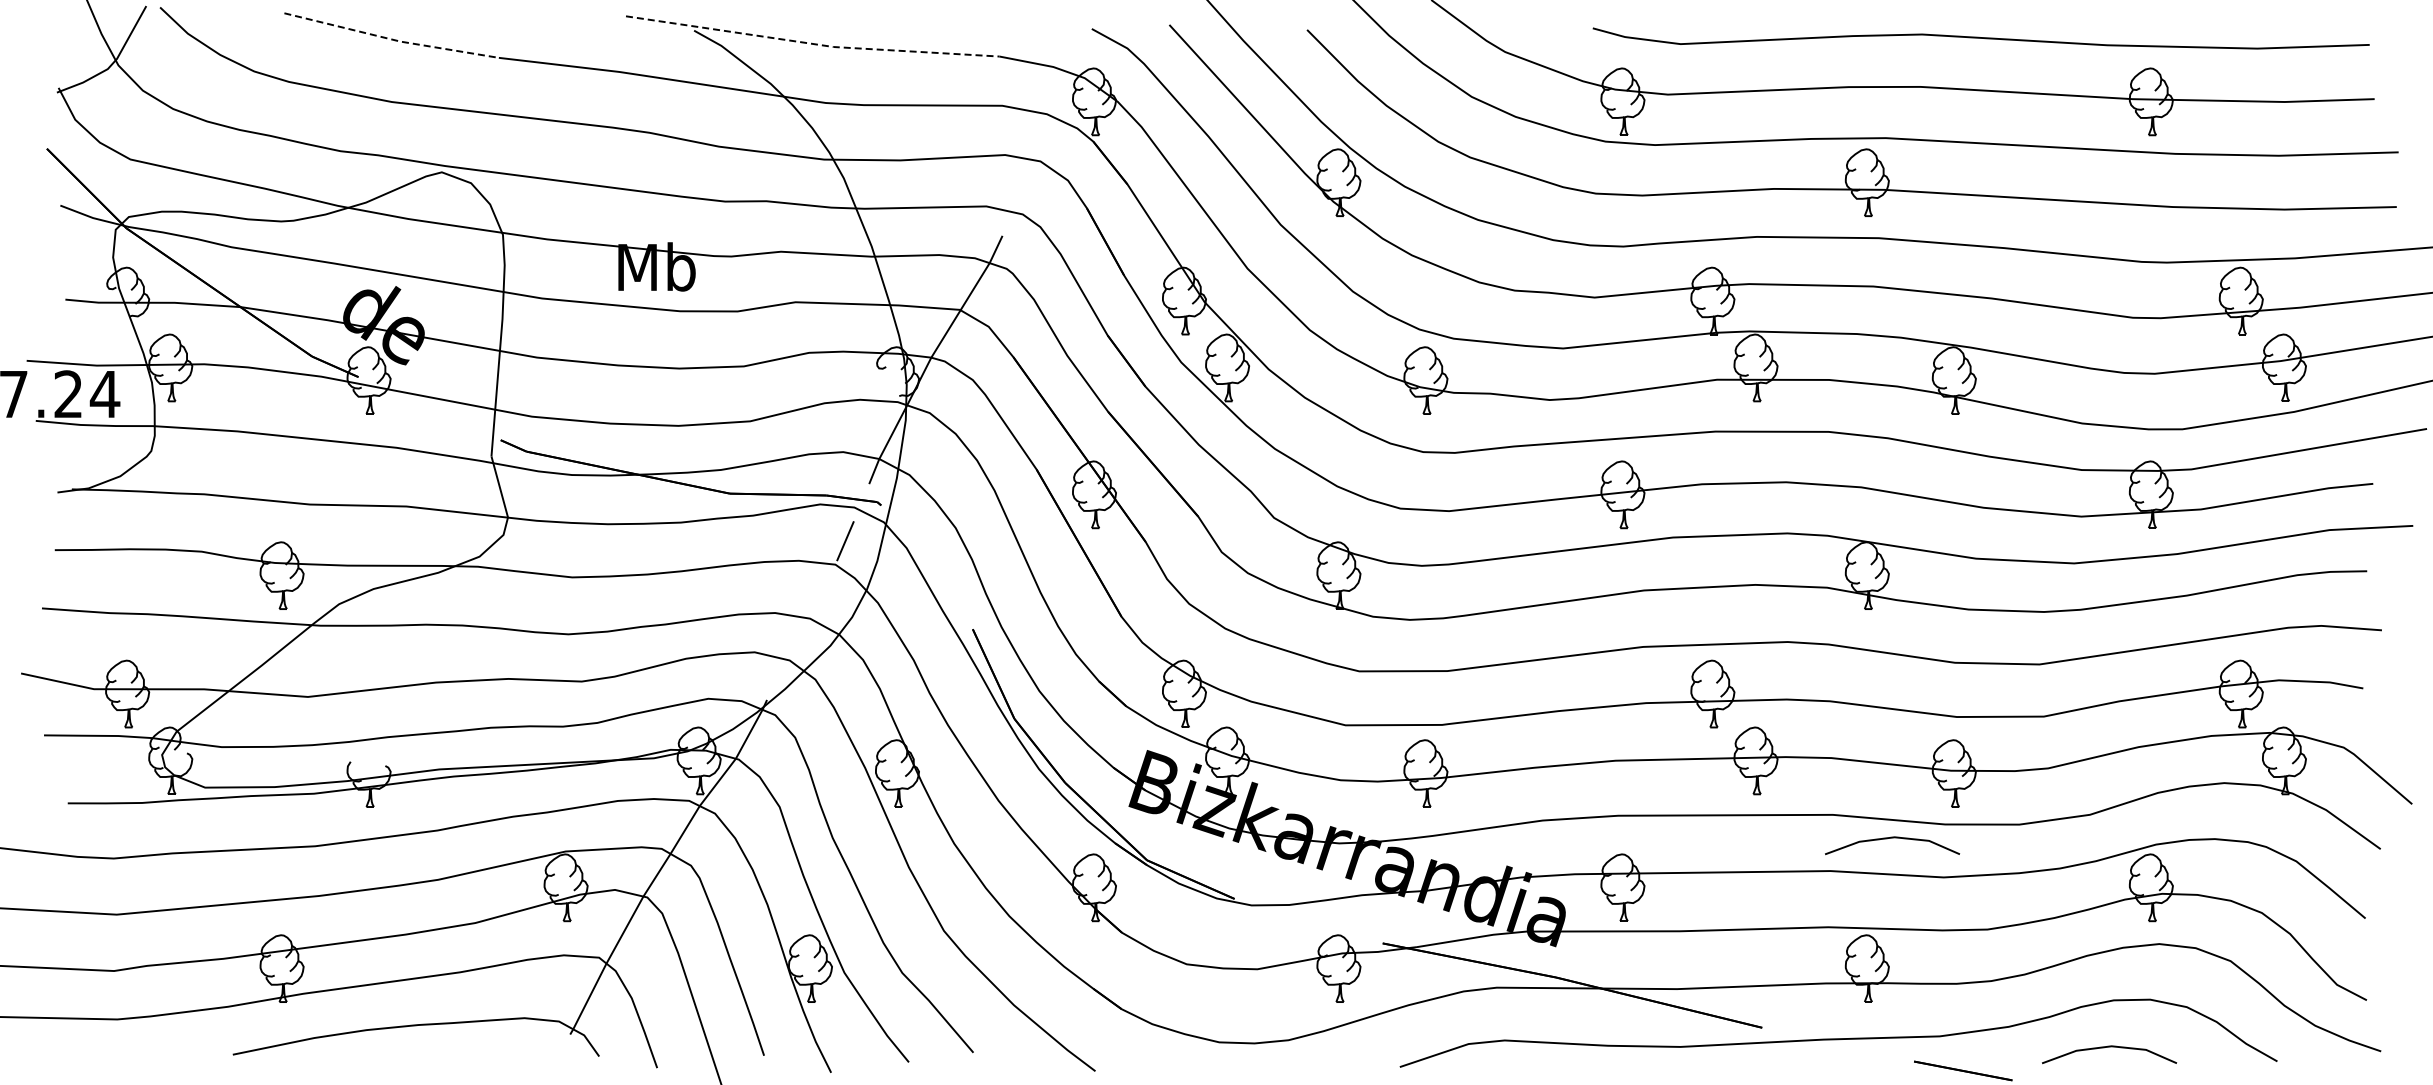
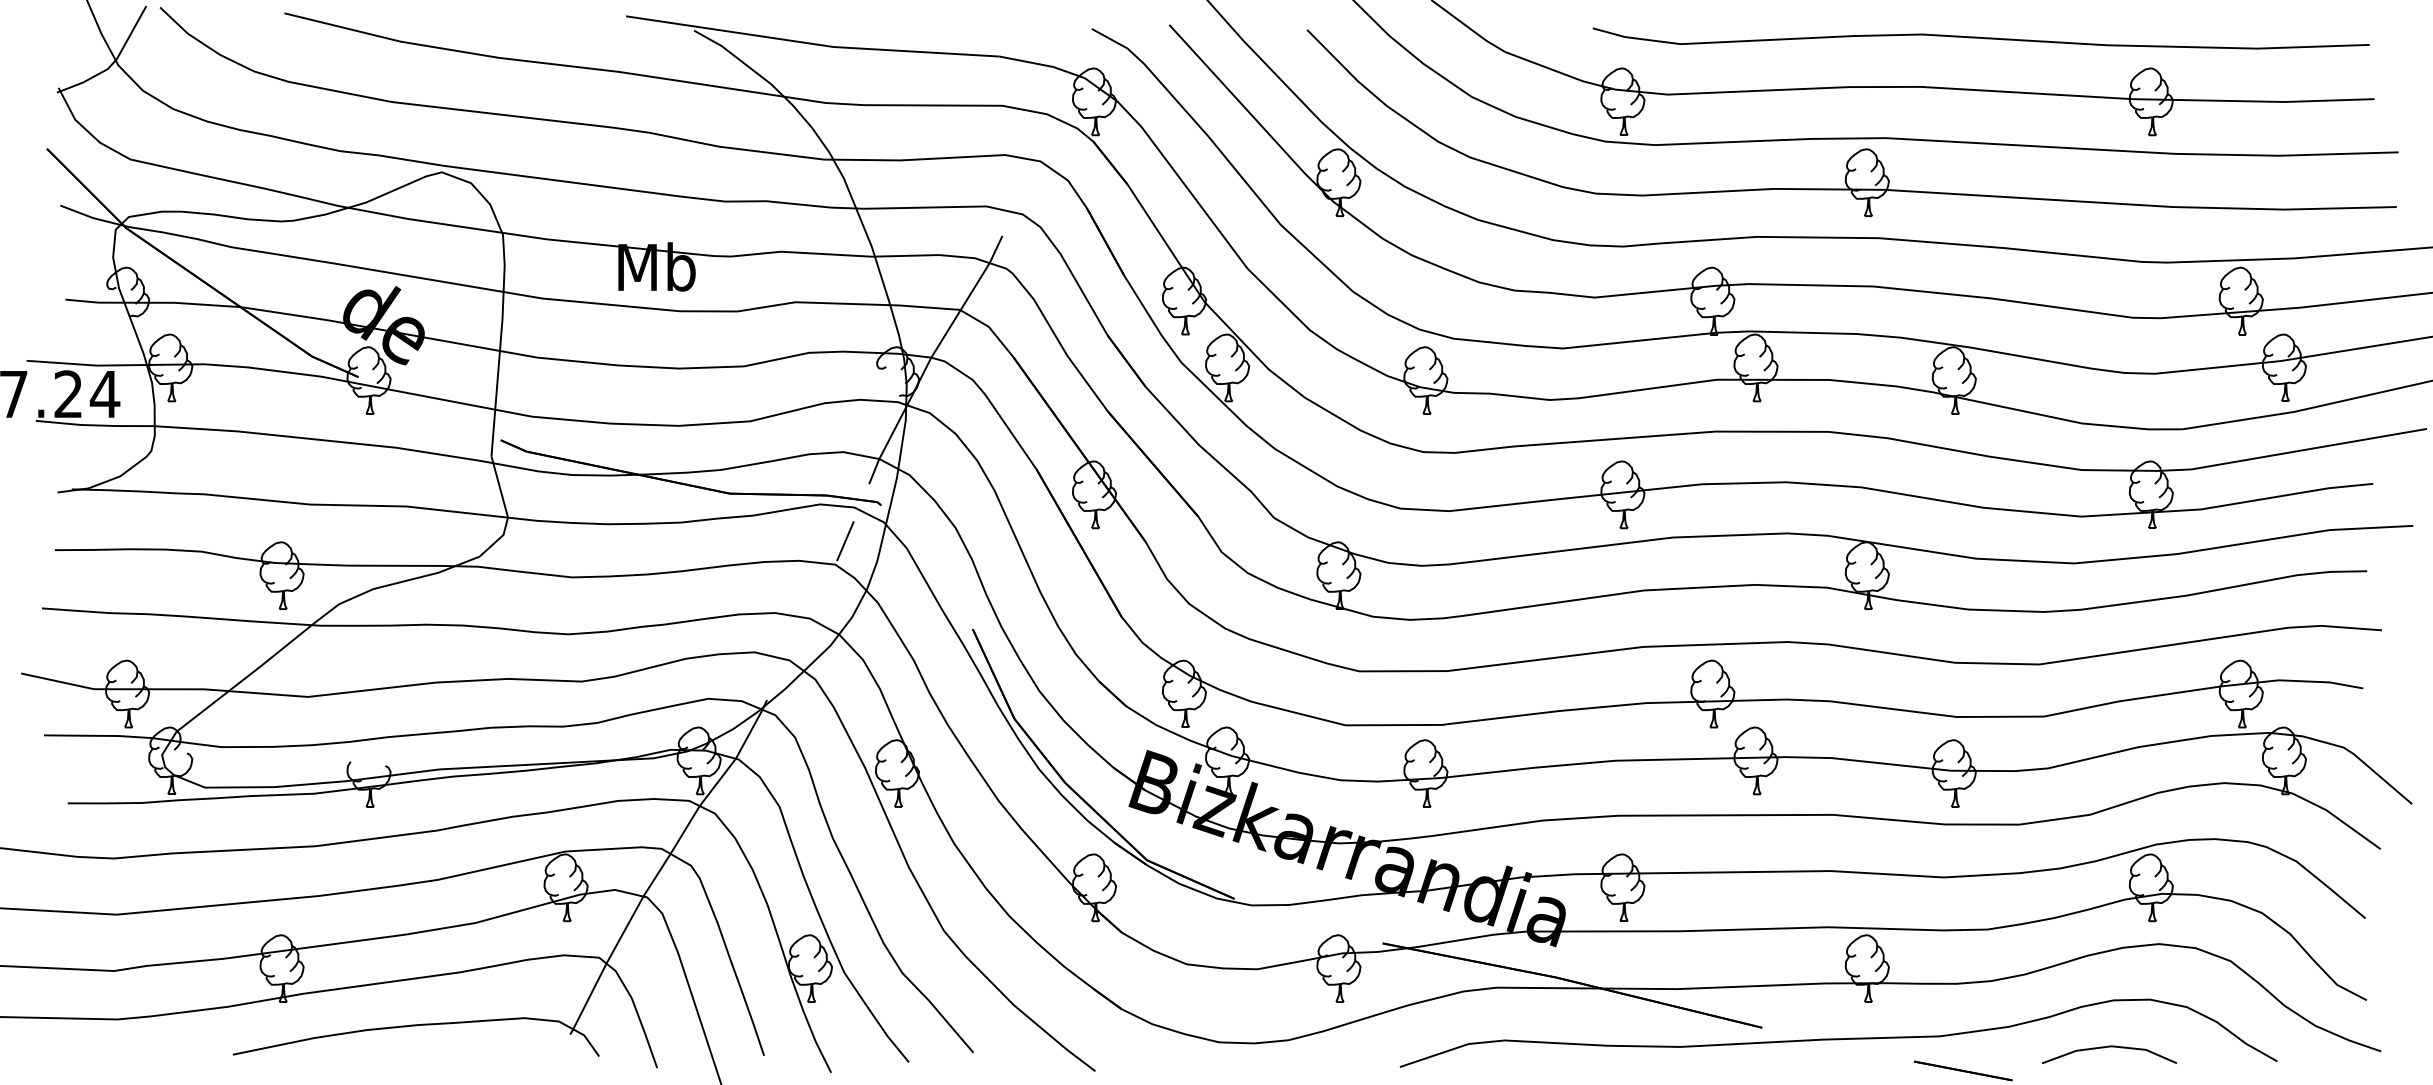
line at (391, 39): dashed -> solid
line at (812, 43): dashed -> solid
line at (1892, 838): present -> none
